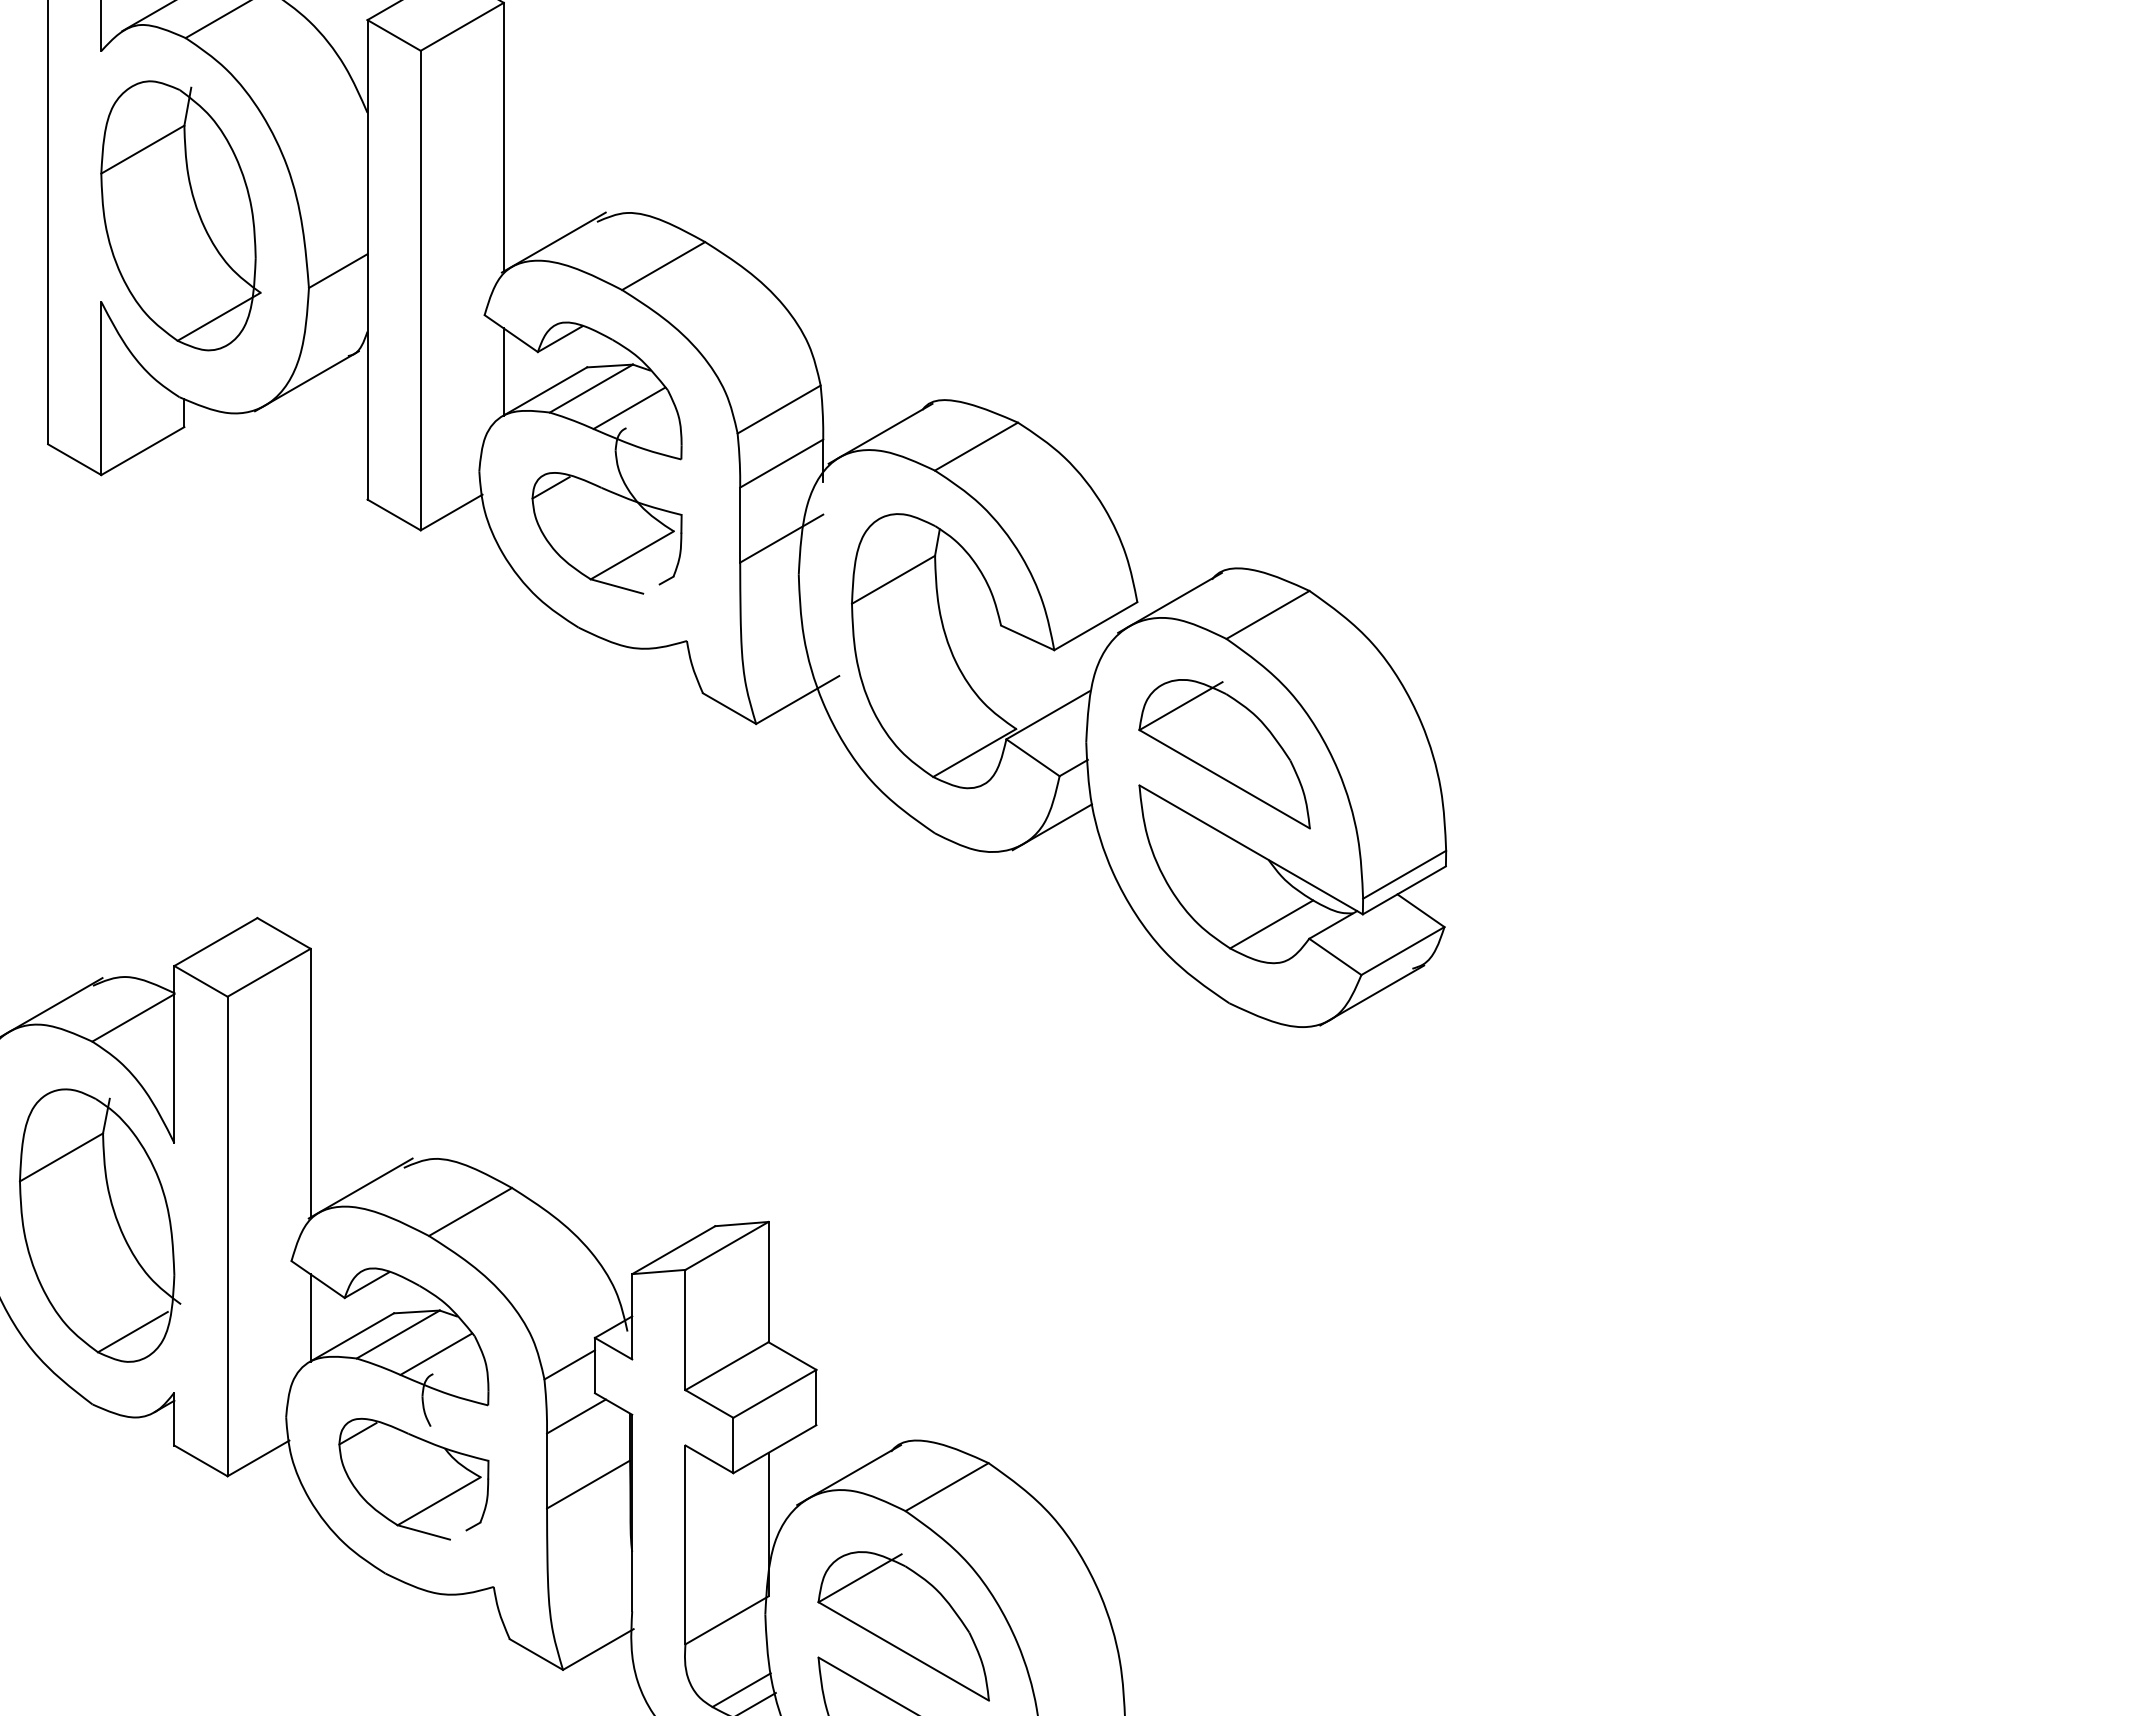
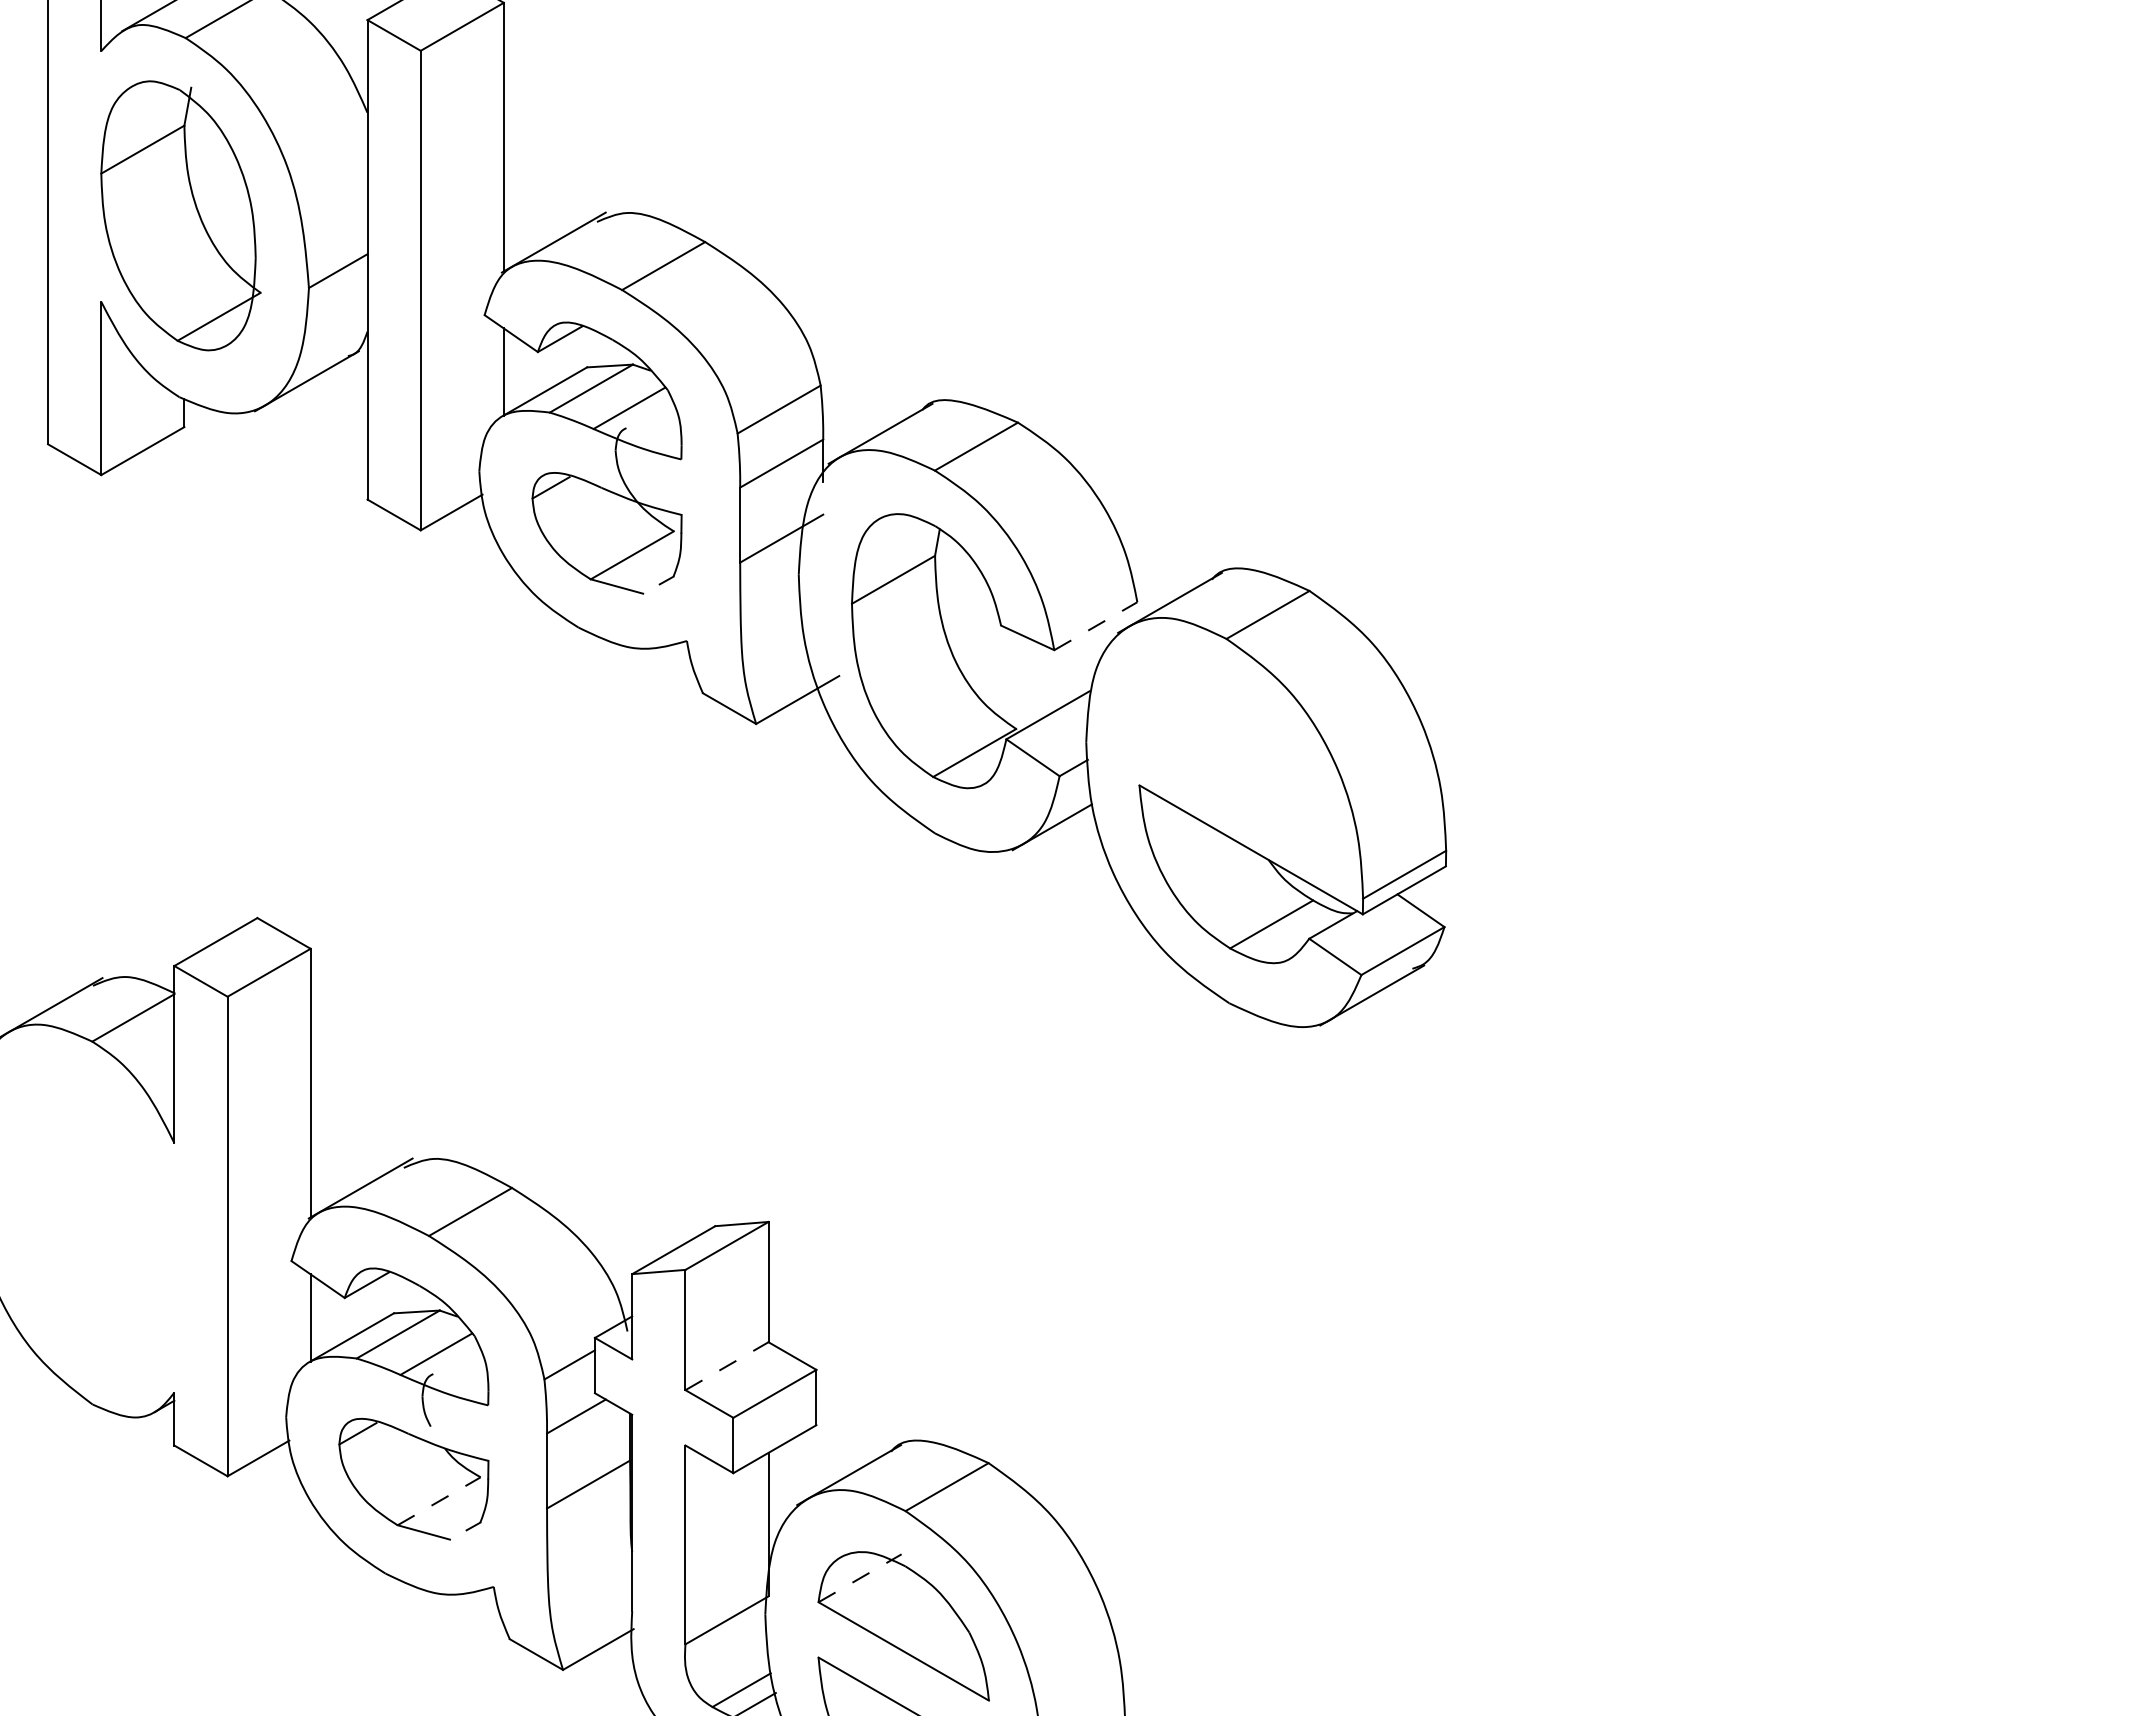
line at (1095, 626): solid -> dashed
part at (1224, 754): present -> none
part at (100, 1225): present -> none
line at (727, 1366): solid -> dashed
line at (439, 1501): solid -> dashed
line at (860, 1578): solid -> dashed
